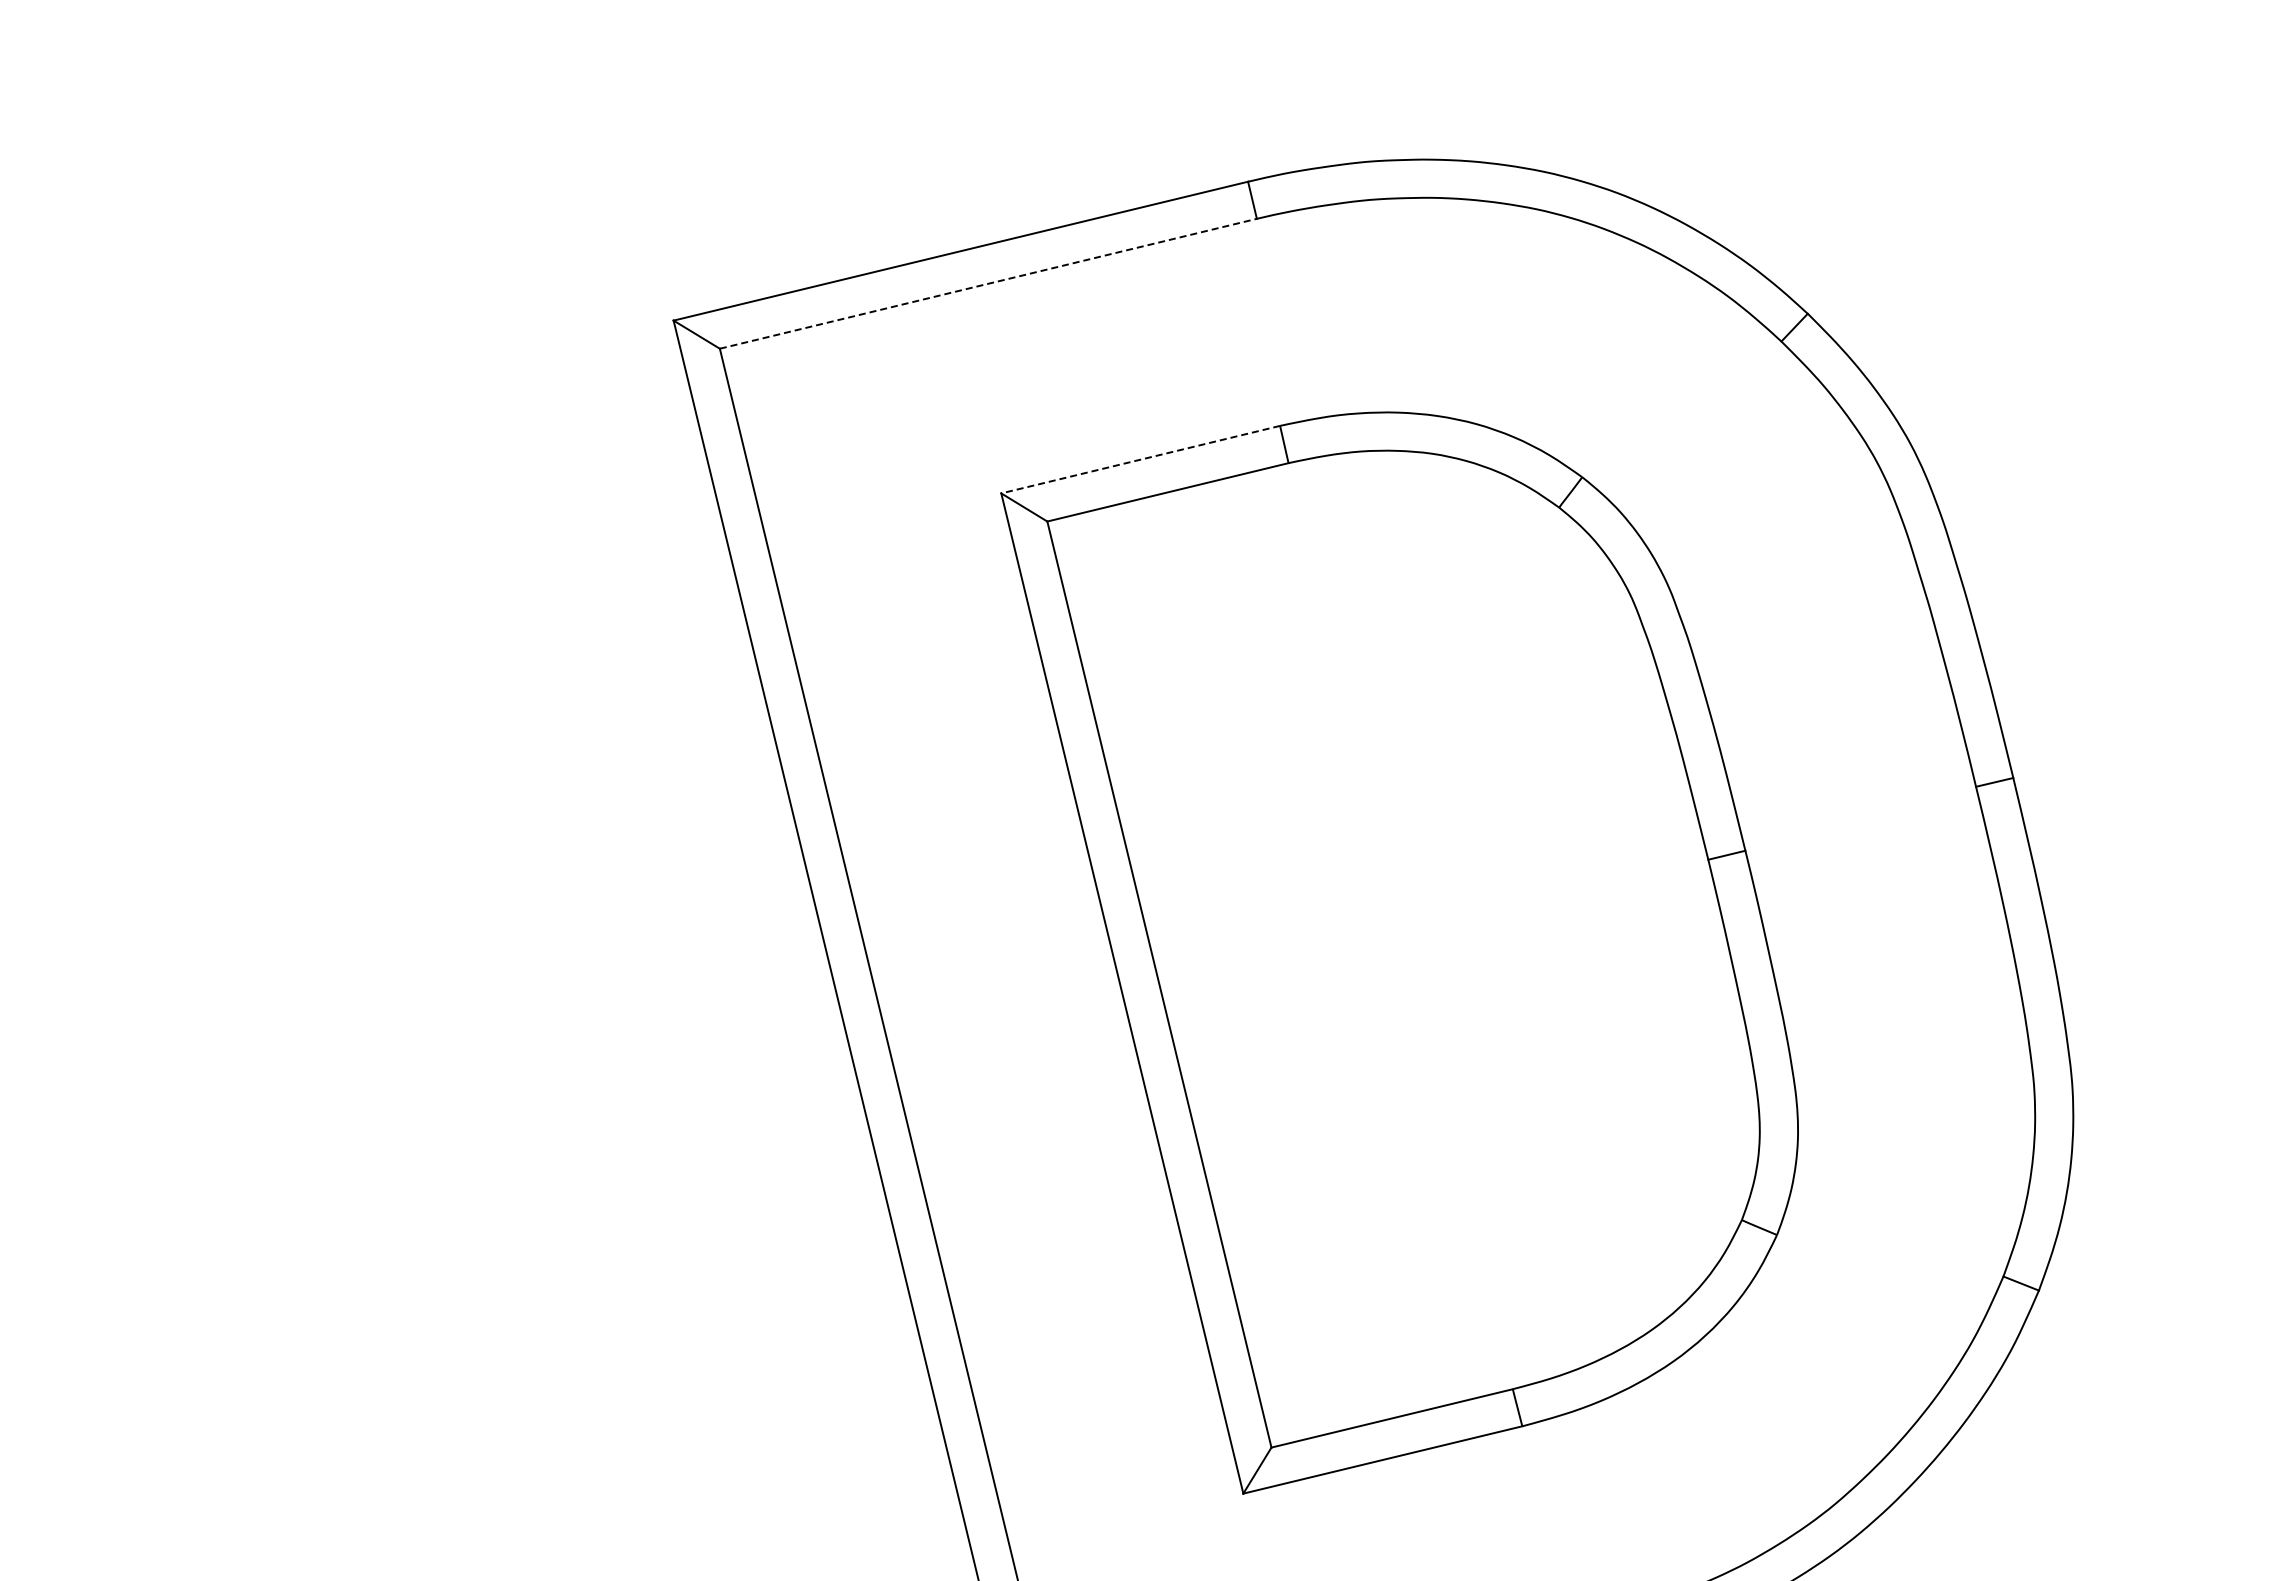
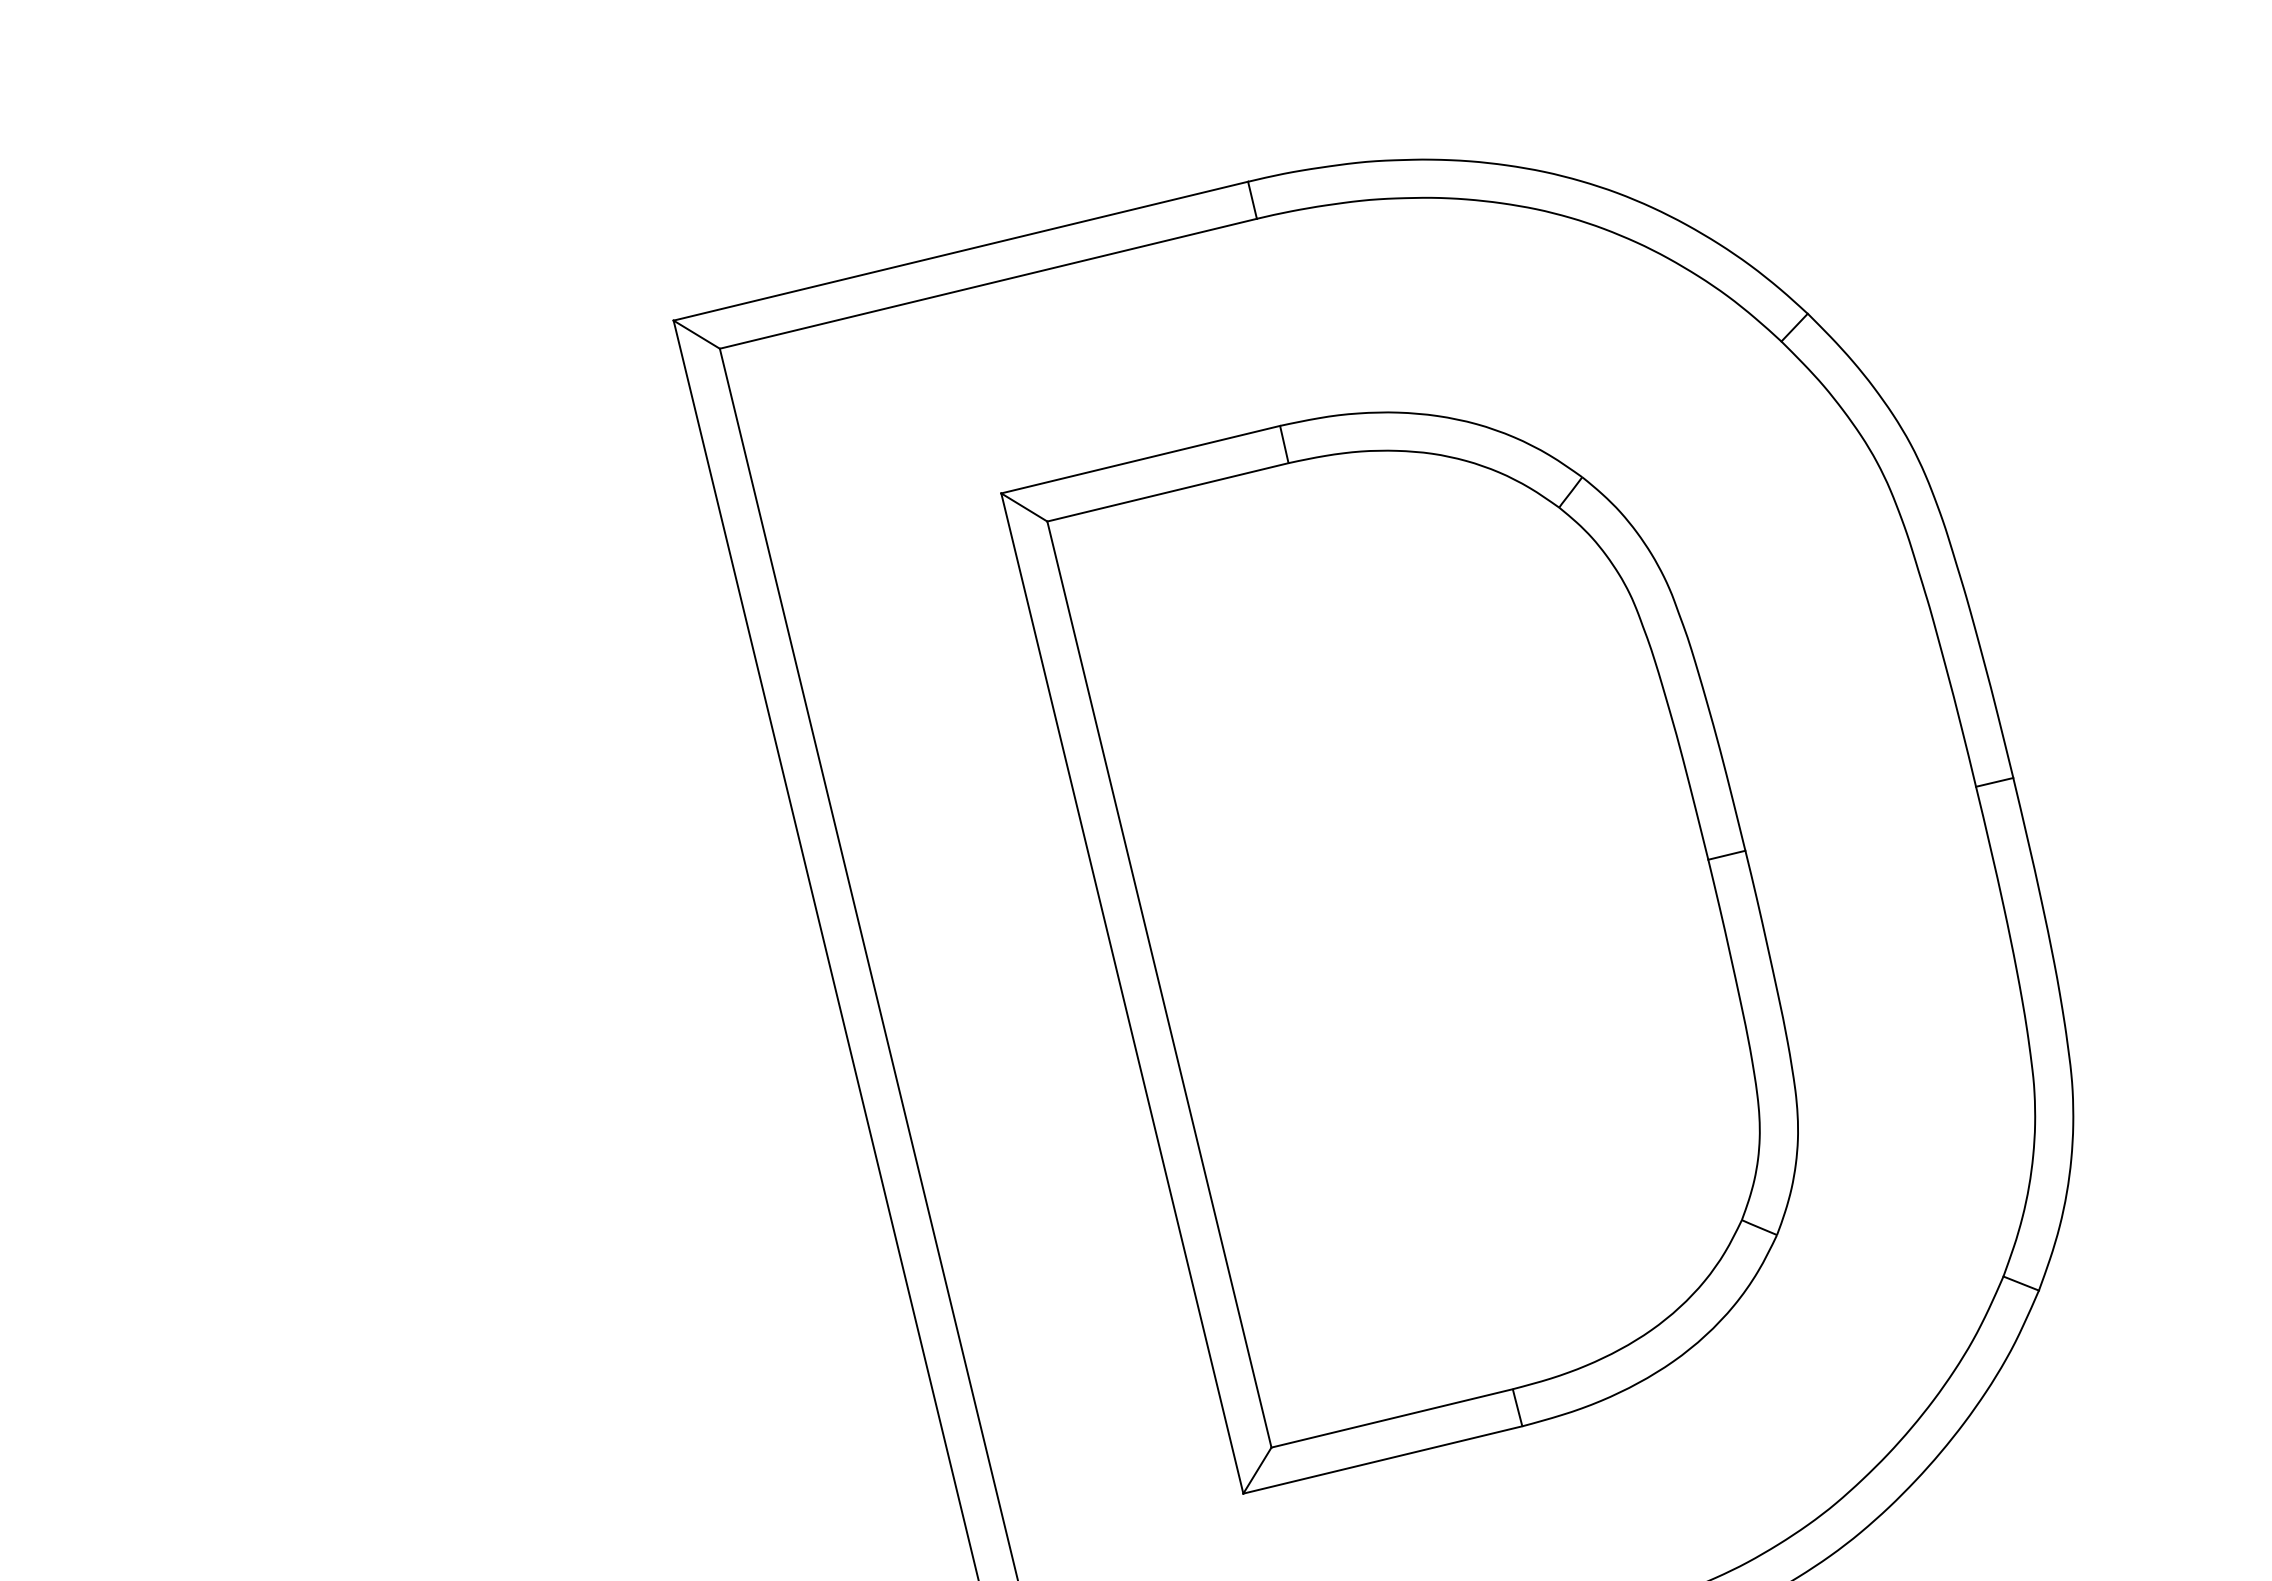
line at (988, 283): dashed -> solid
line at (1140, 459): dashed -> solid
